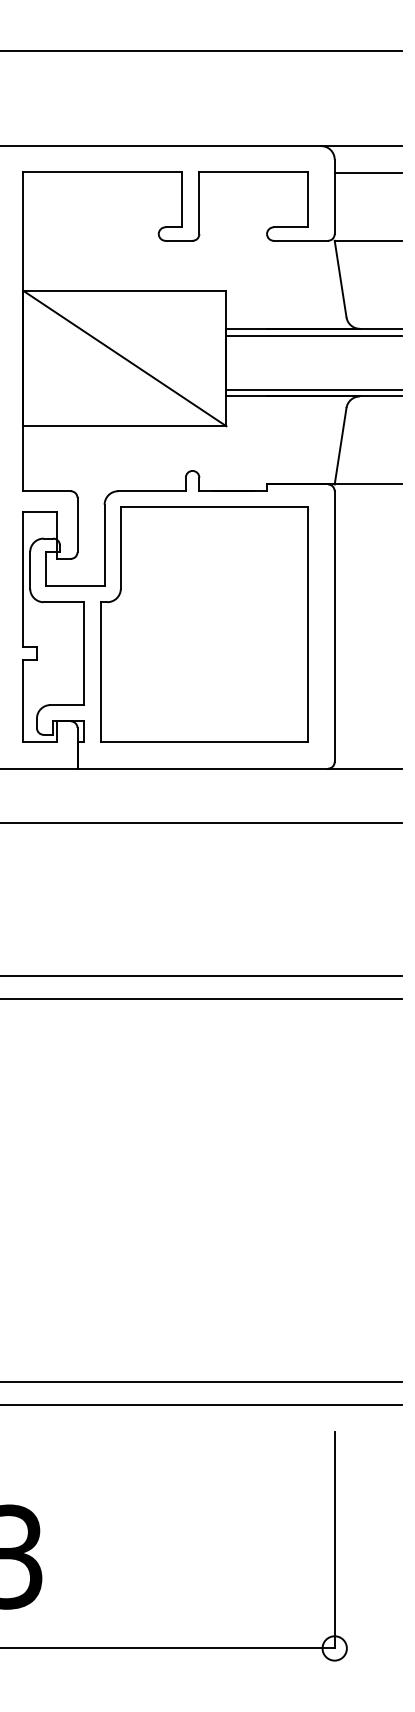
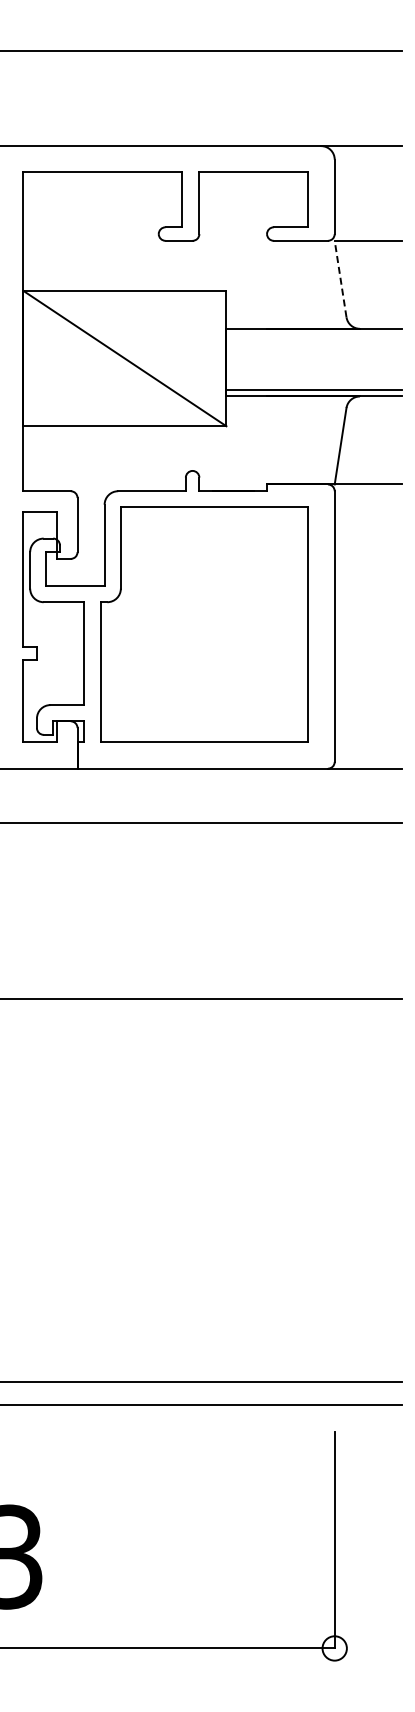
line at (368, 173): present -> none
line at (340, 279): solid -> dashed
line at (314, 335): present -> none
line at (202, 975): present -> none
